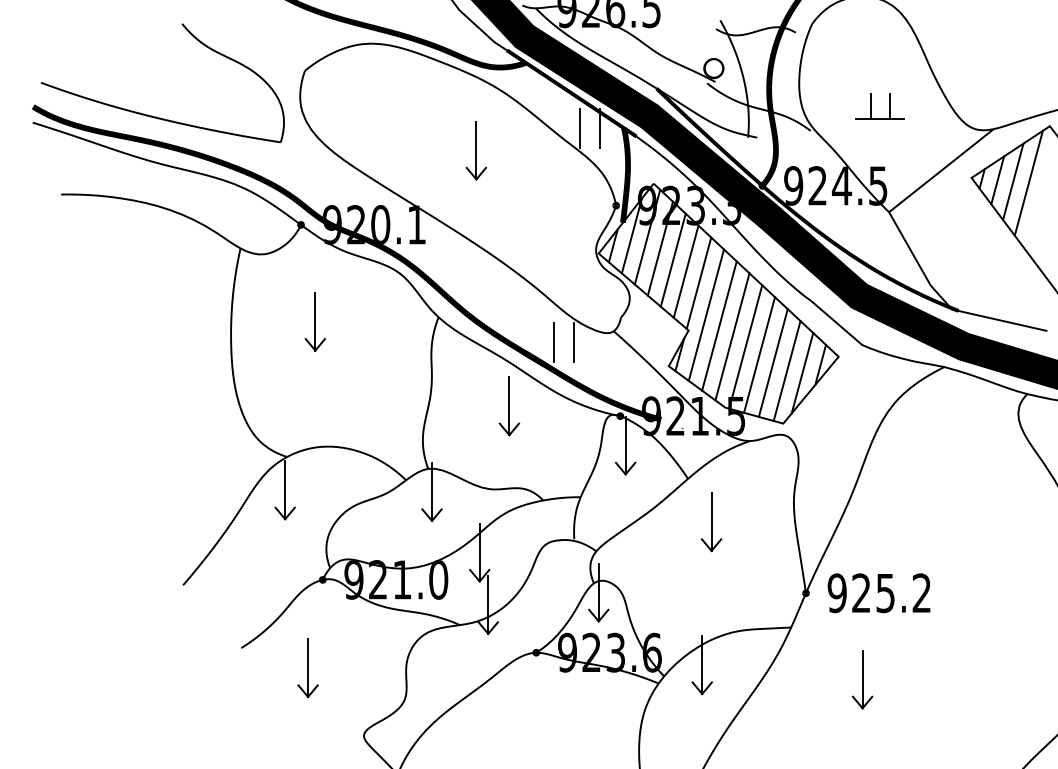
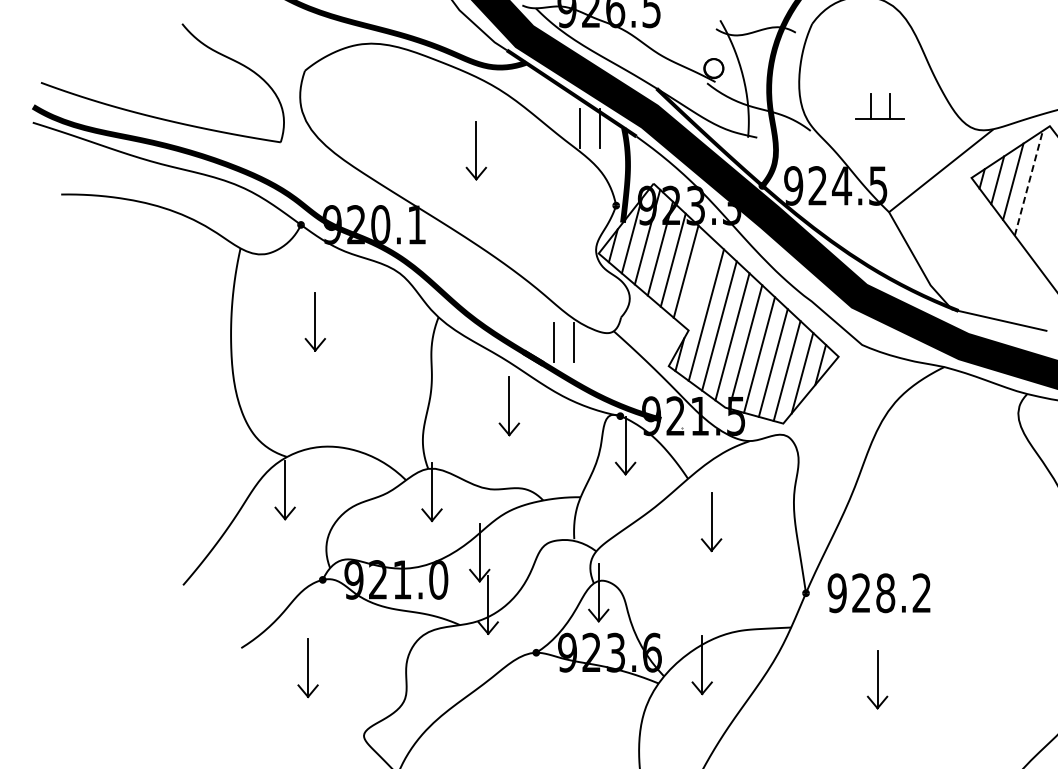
line at (1028, 182): solid -> dashed
line at (698, 282): present -> none
text at (885, 593): 925.2 -> 928.2
part at (862, 679) position: (862, 679) -> (877, 679)
